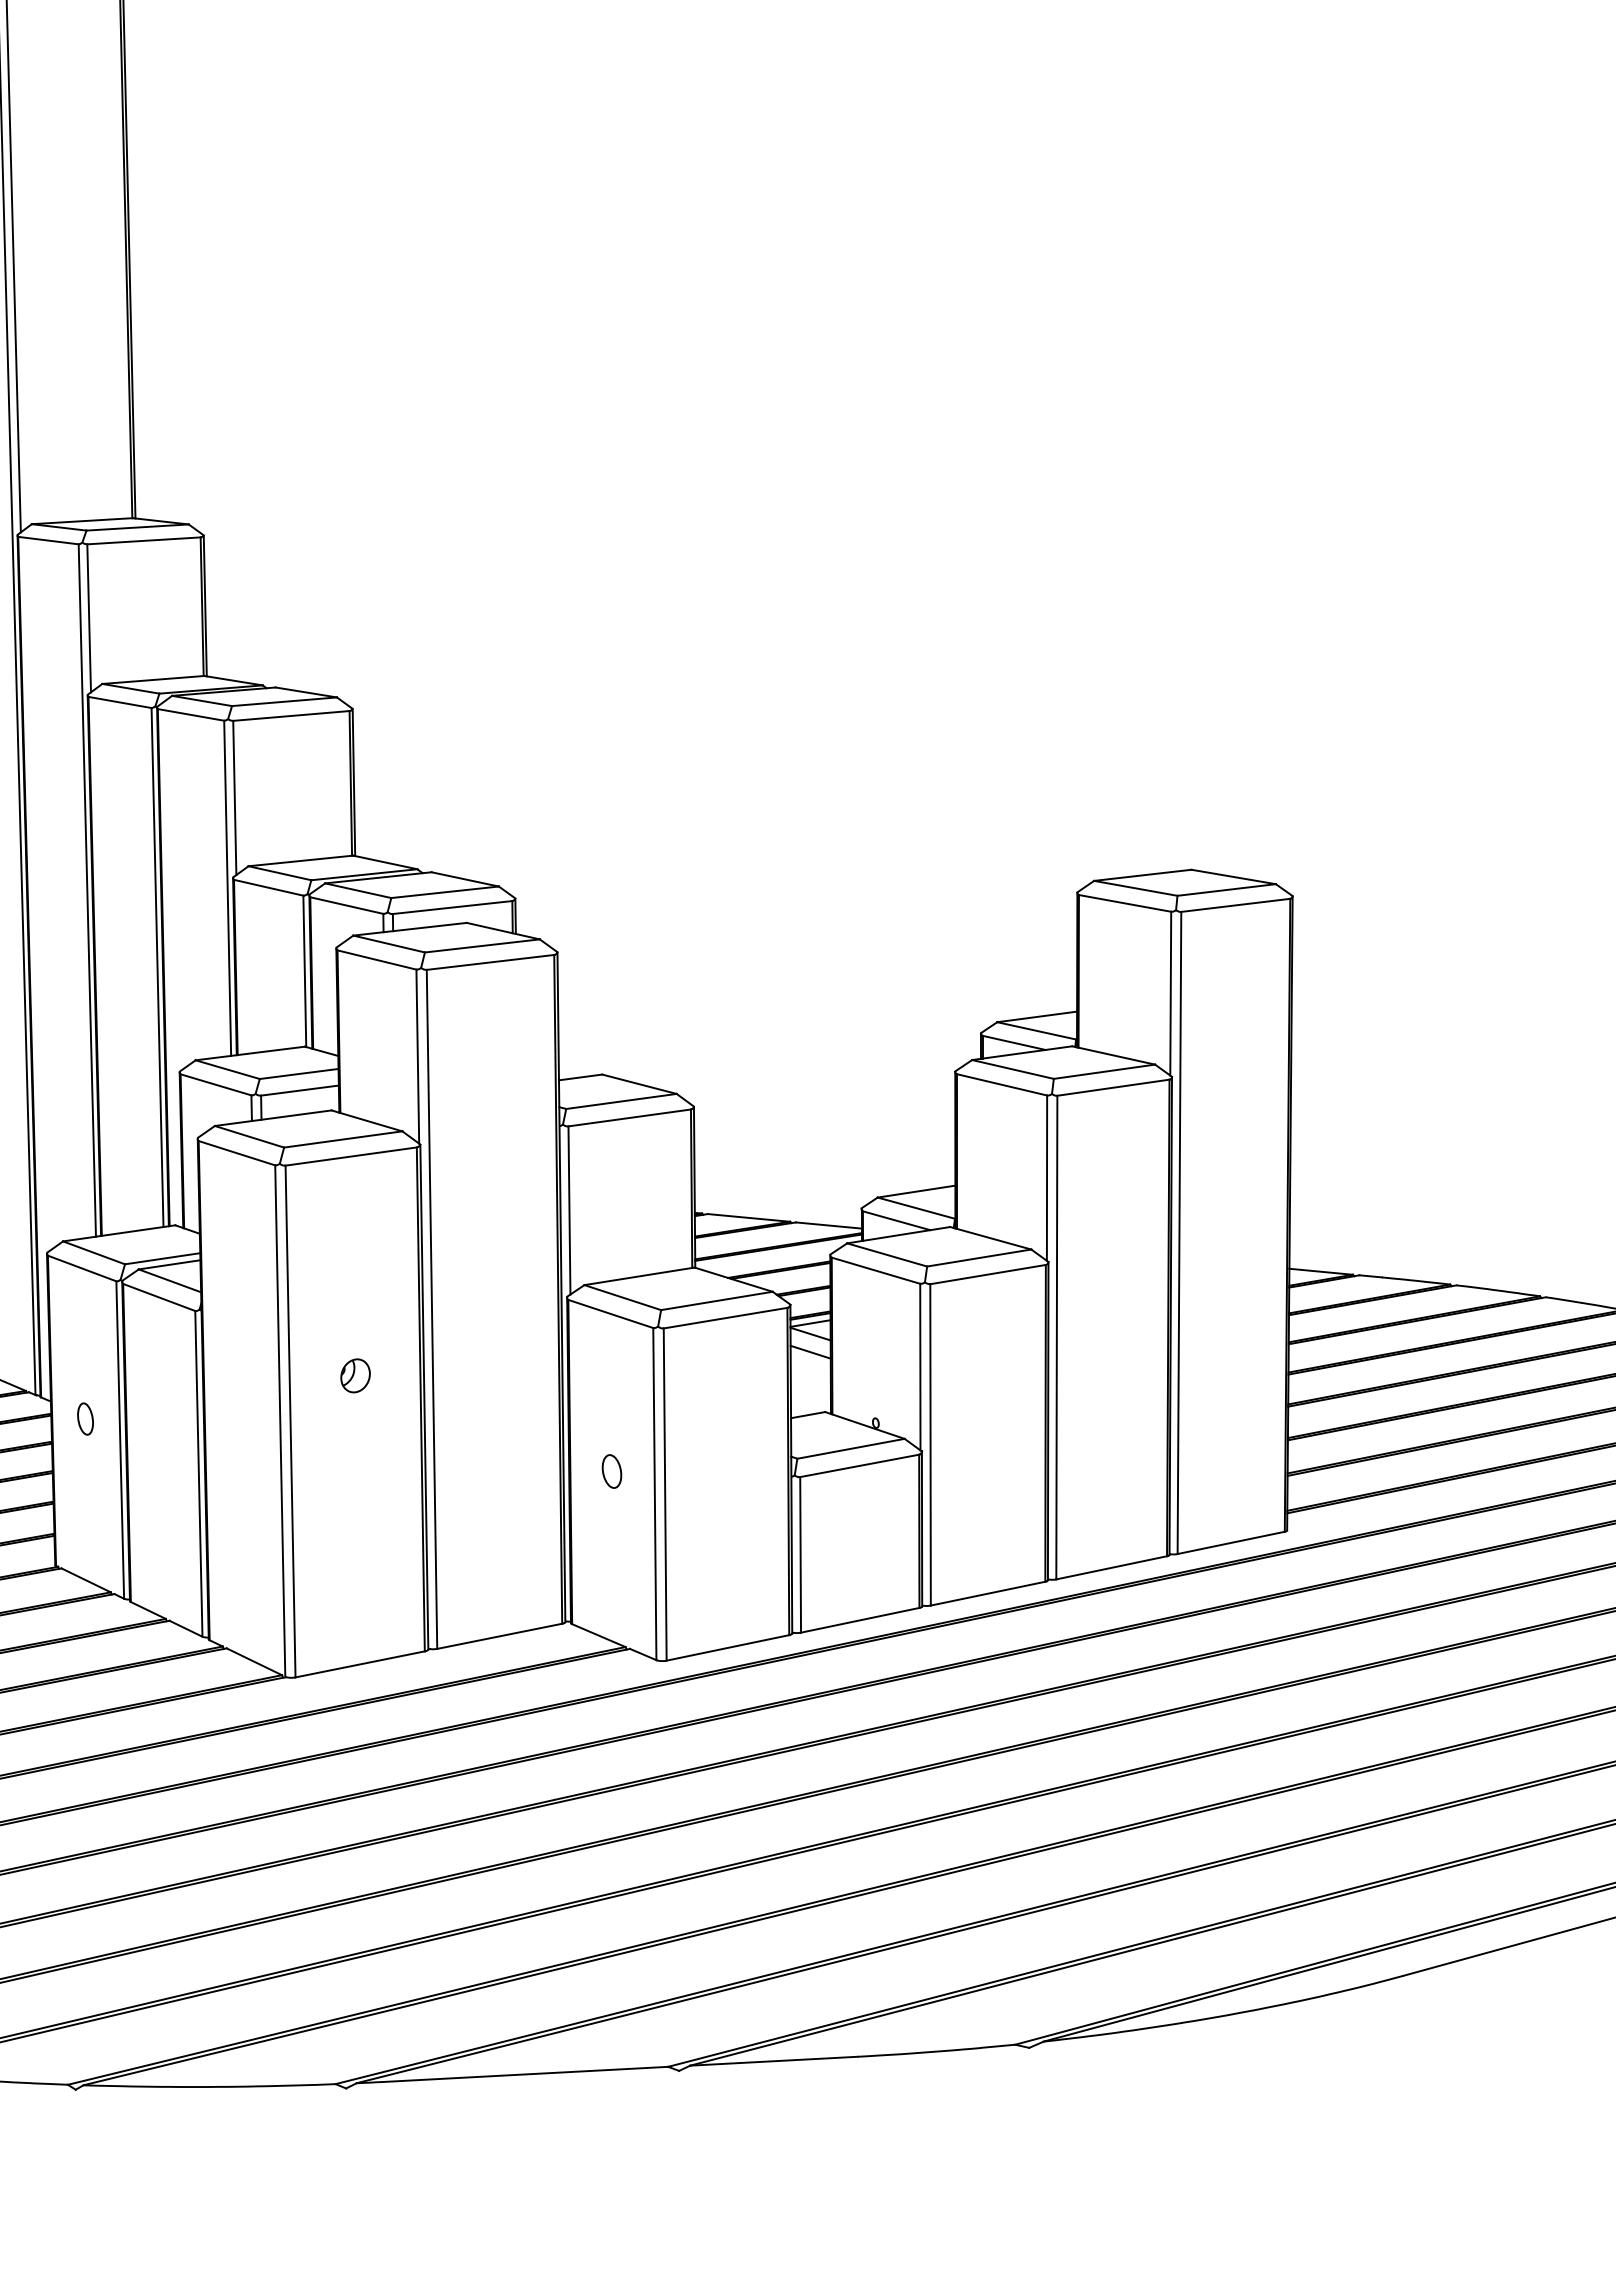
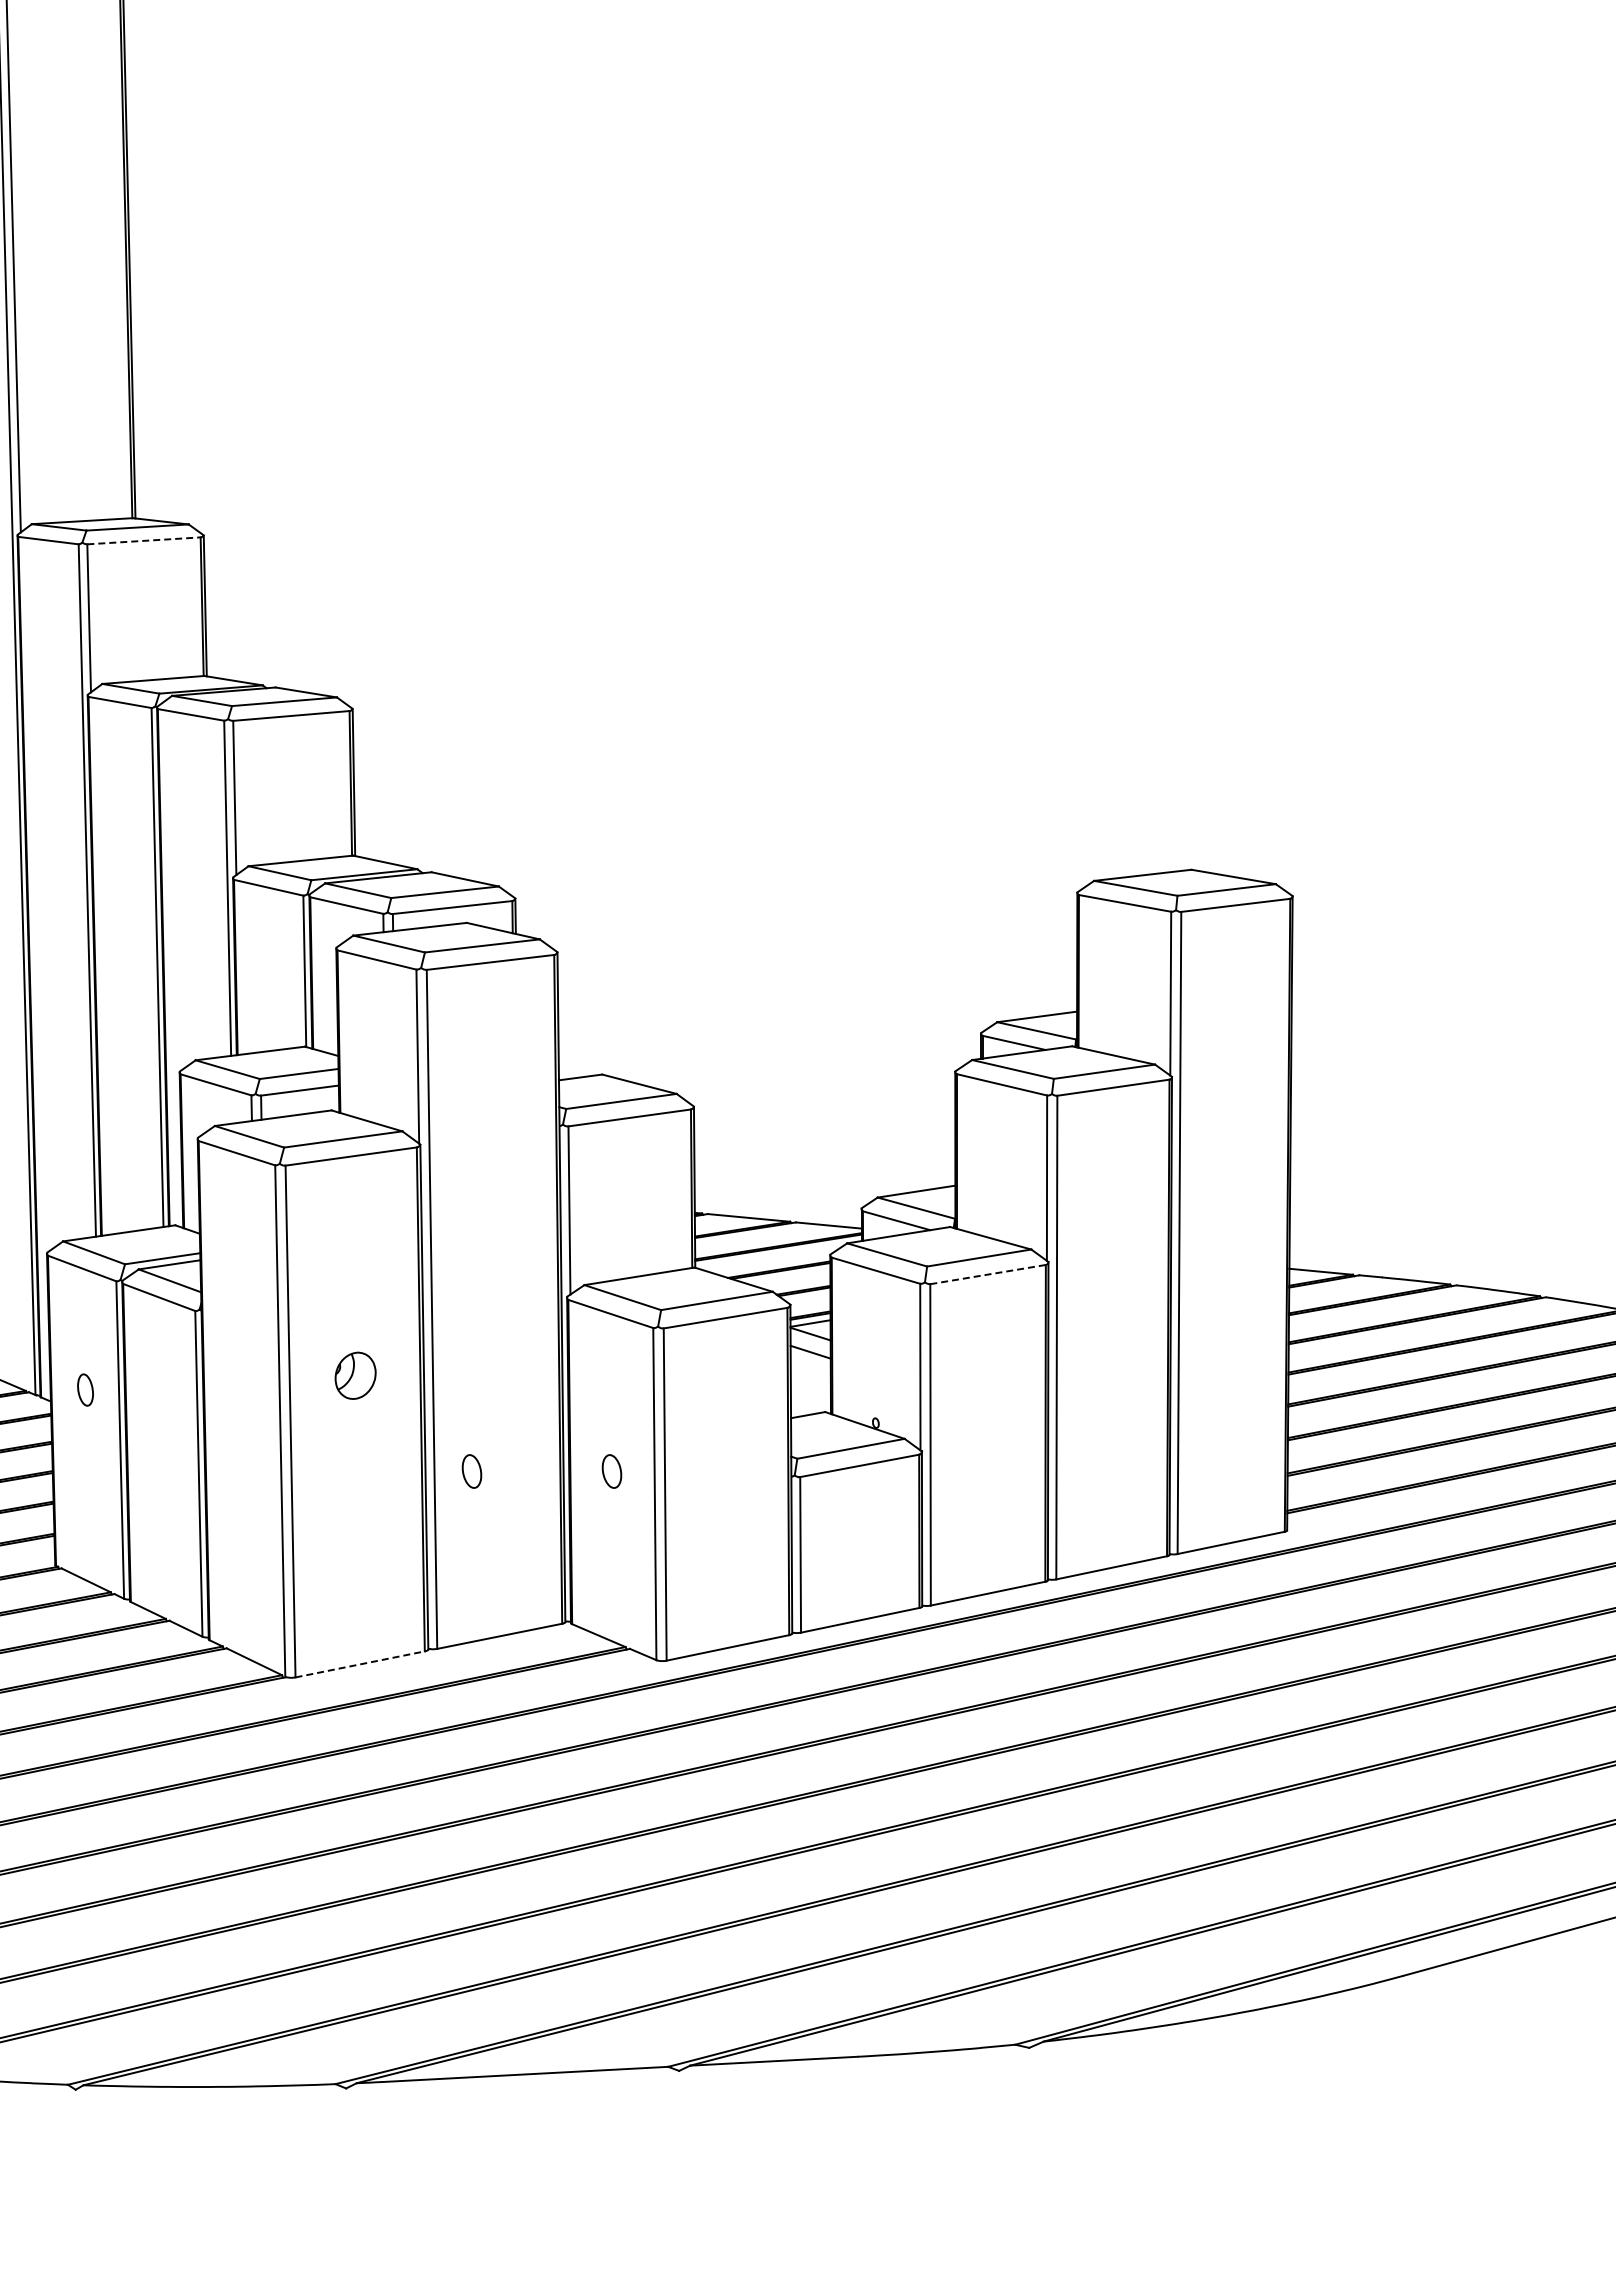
line at (143, 540): solid -> dashed
line at (988, 1274): solid -> dashed
part at (355, 1375) size: 31x36 px -> 43x49 px
part at (85, 1418) position: (85, 1418) -> (85, 1389)
part at (471, 1471): none -> present
line at (360, 1664): solid -> dashed
